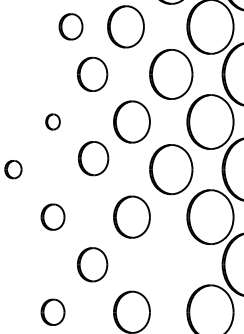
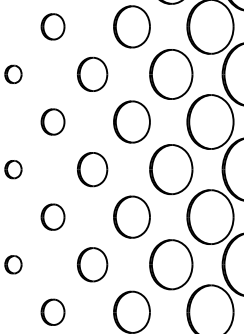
part at (70, 26) position: (70, 26) -> (52, 26)
part at (125, 26) position: (125, 26) -> (131, 26)
part at (13, 73): none -> present
part at (52, 121) size: 16x18 px -> 26x28 px
part at (93, 158) position: (93, 158) -> (92, 169)
part at (13, 264): none -> present
part at (171, 264): none -> present
